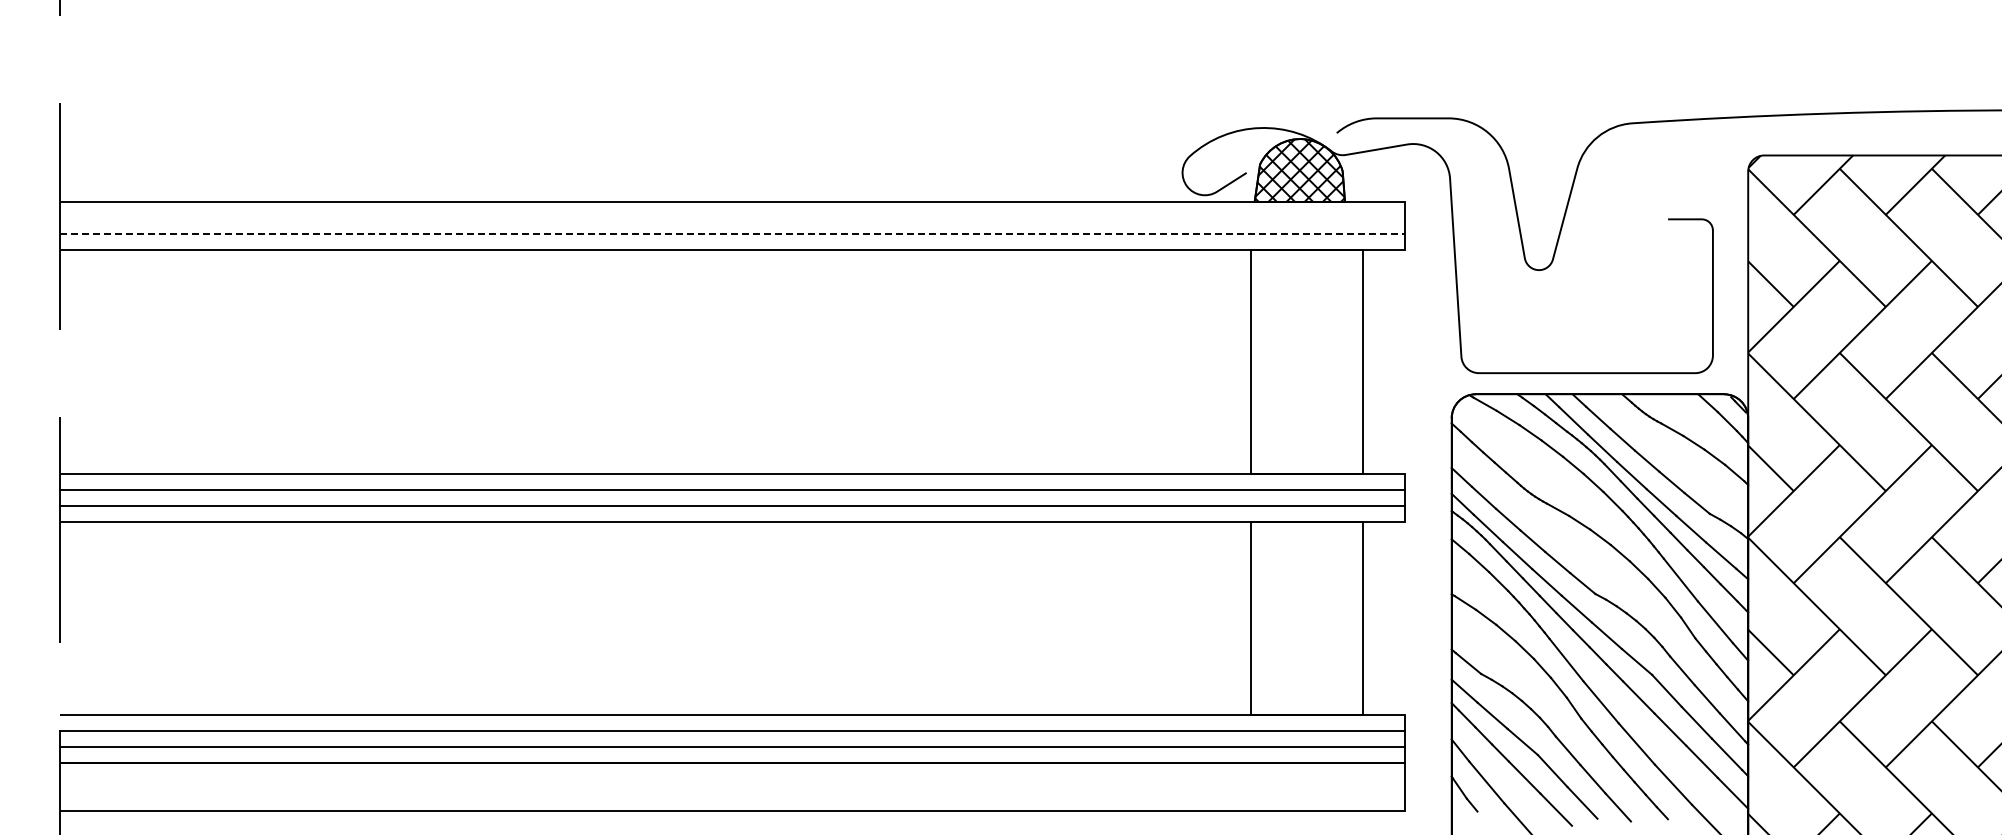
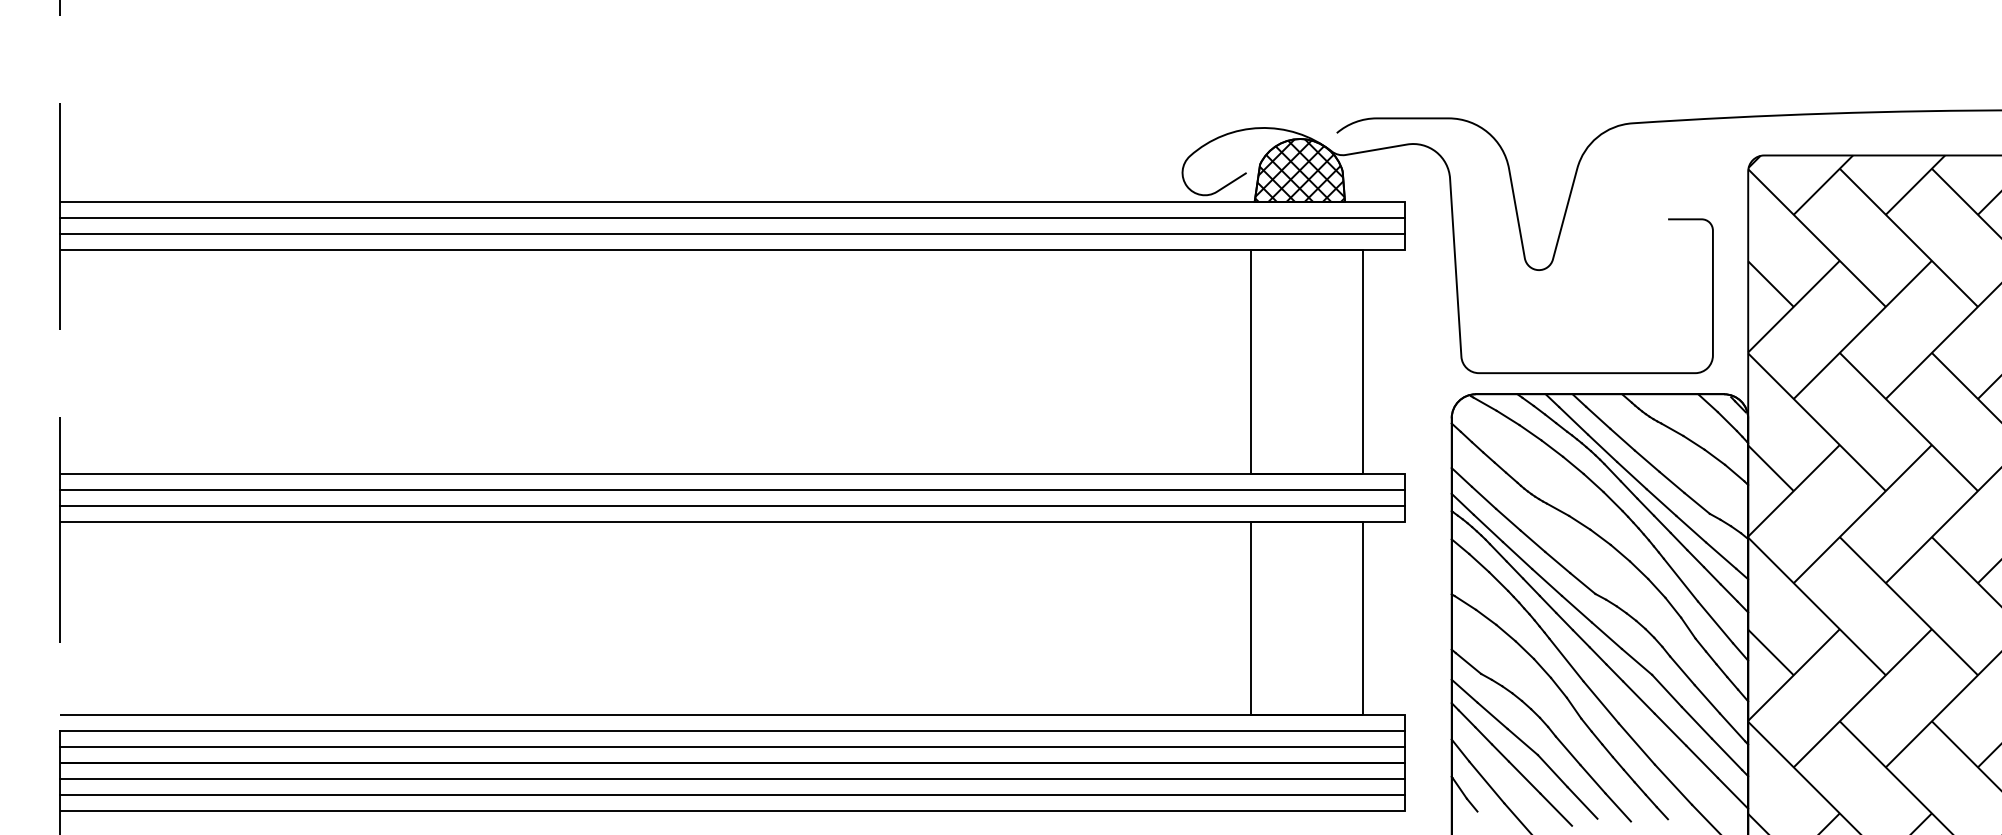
line at (732, 217): none -> present
line at (732, 234): dashed -> solid
line at (732, 778): none -> present
line at (732, 794): none -> present
